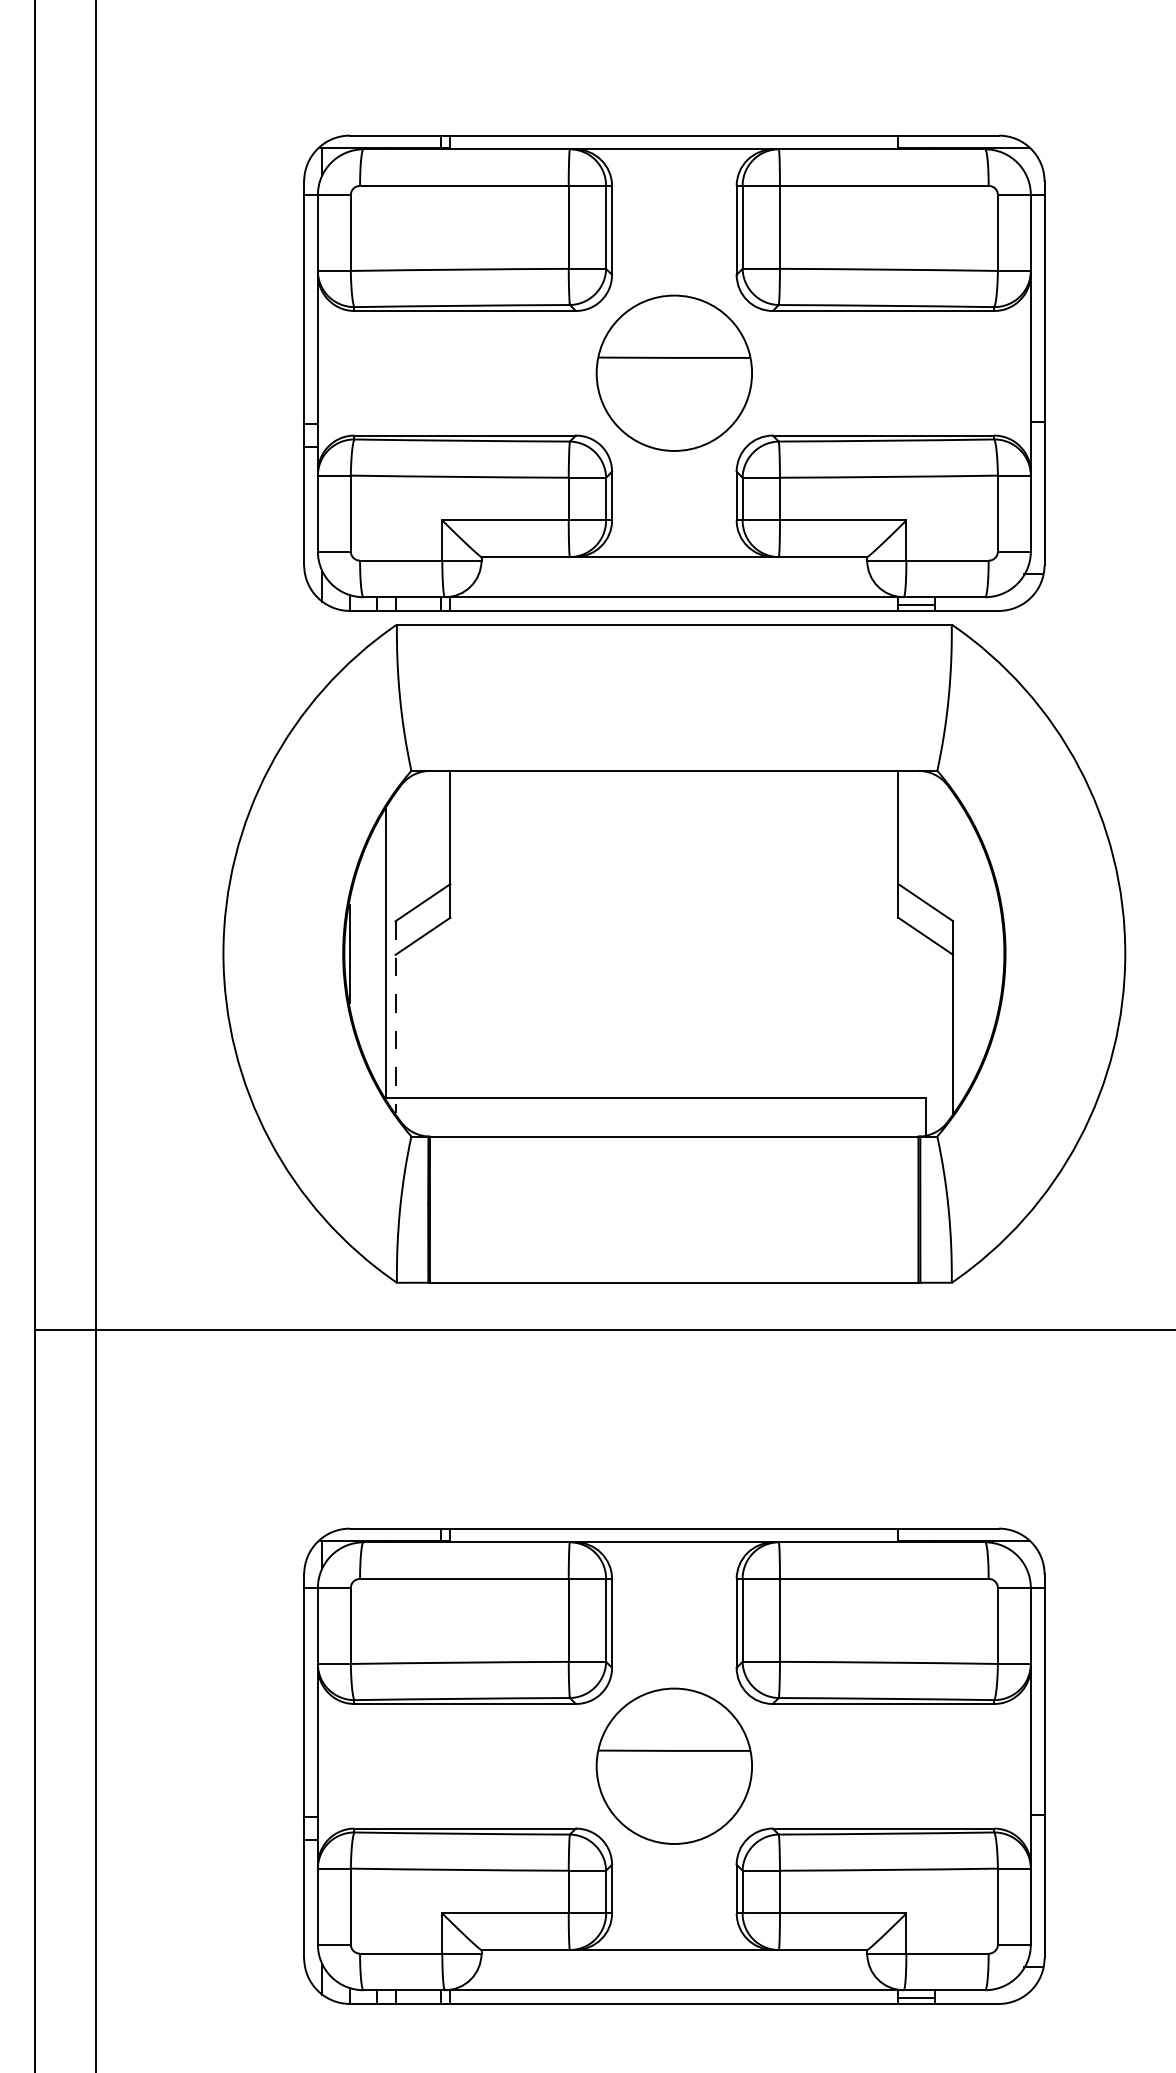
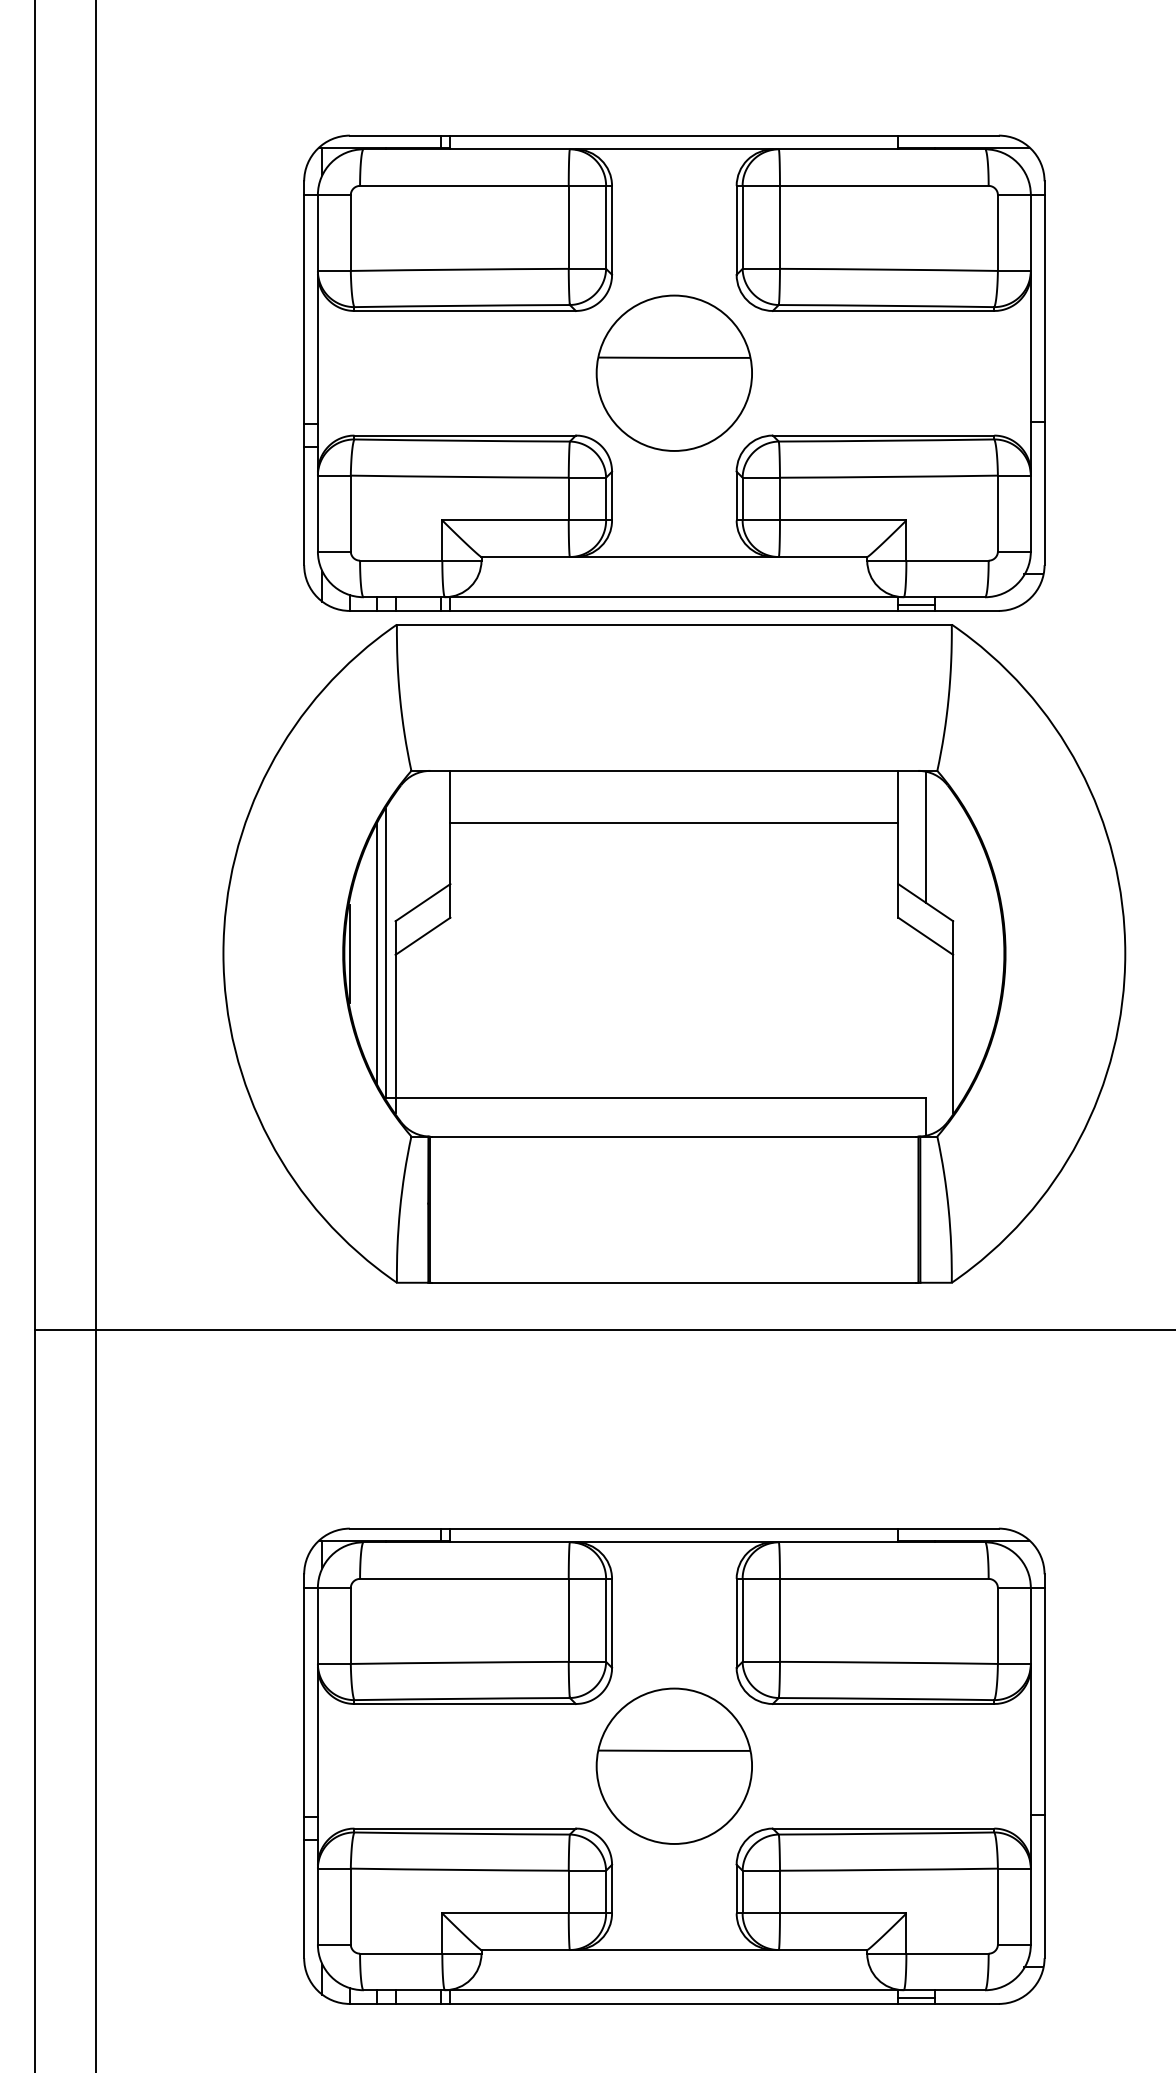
line at (674, 823): none -> present
line at (925, 837): none -> present
line at (377, 953): none -> present
line at (395, 1017): dashed -> solid
